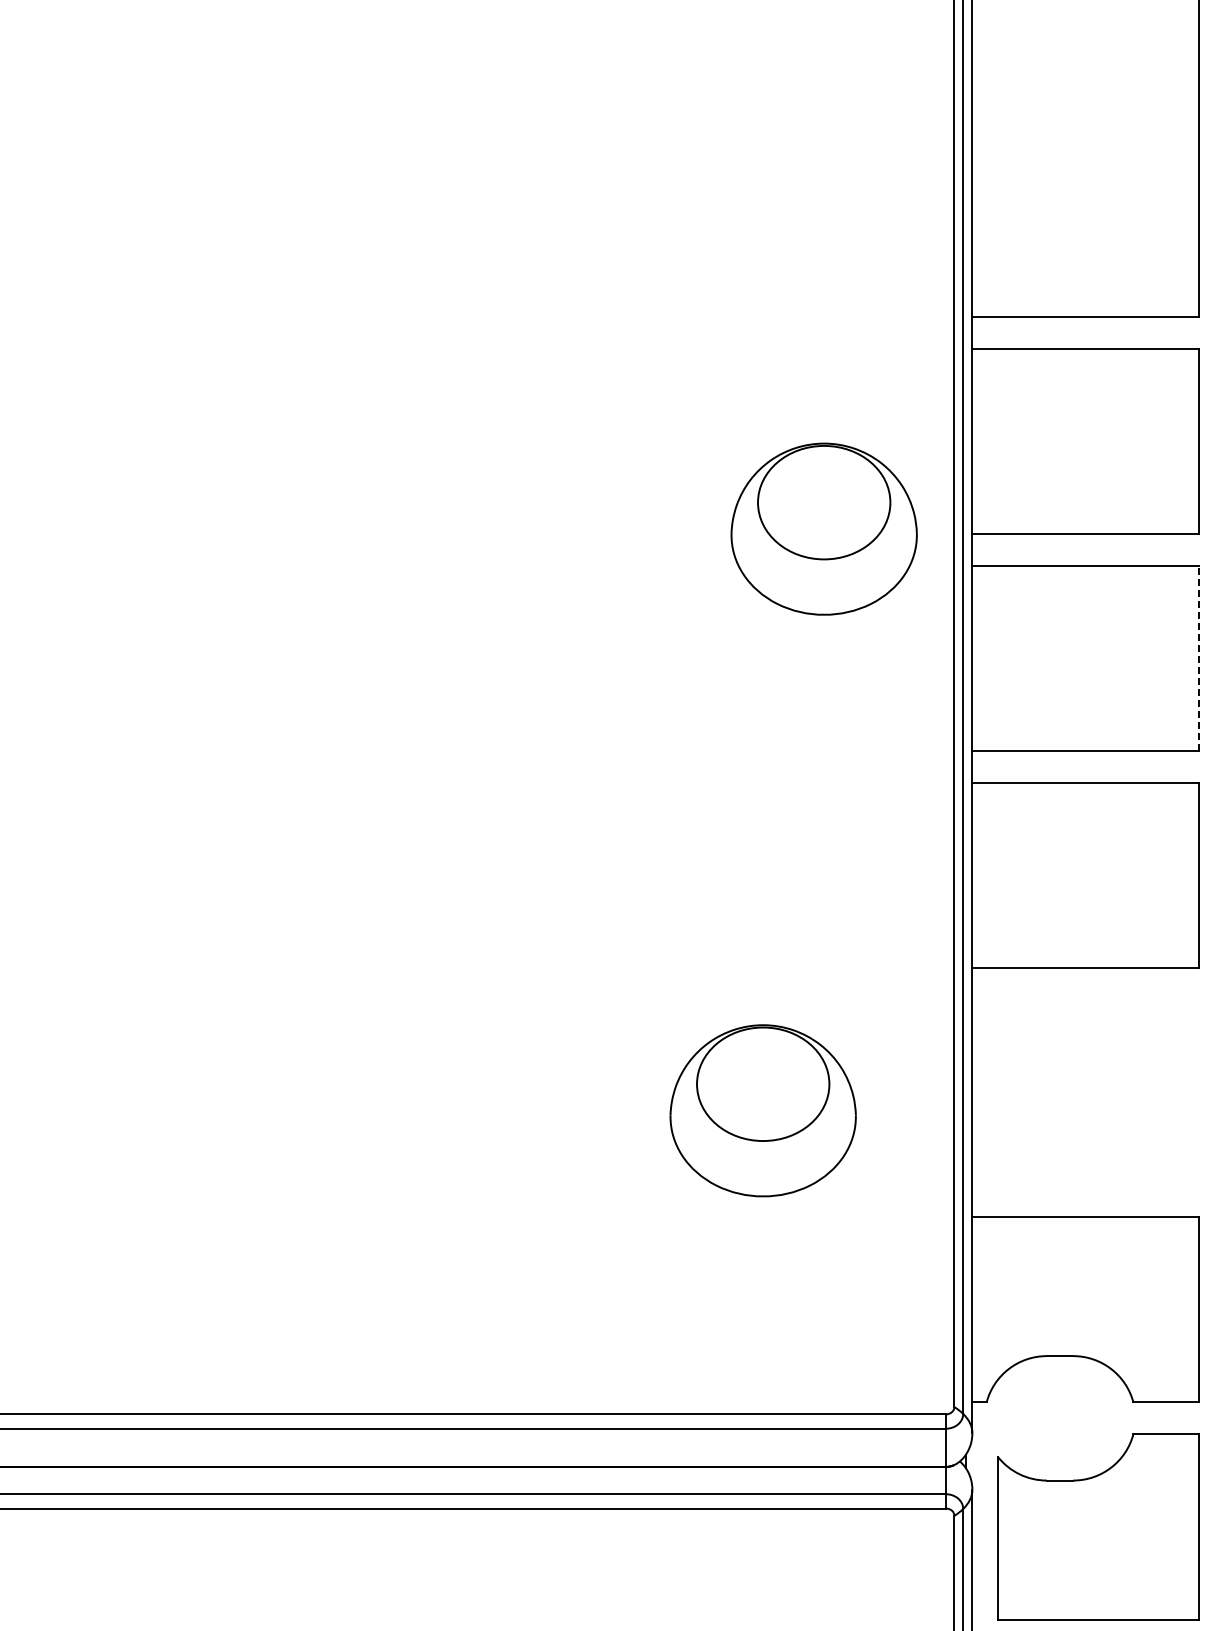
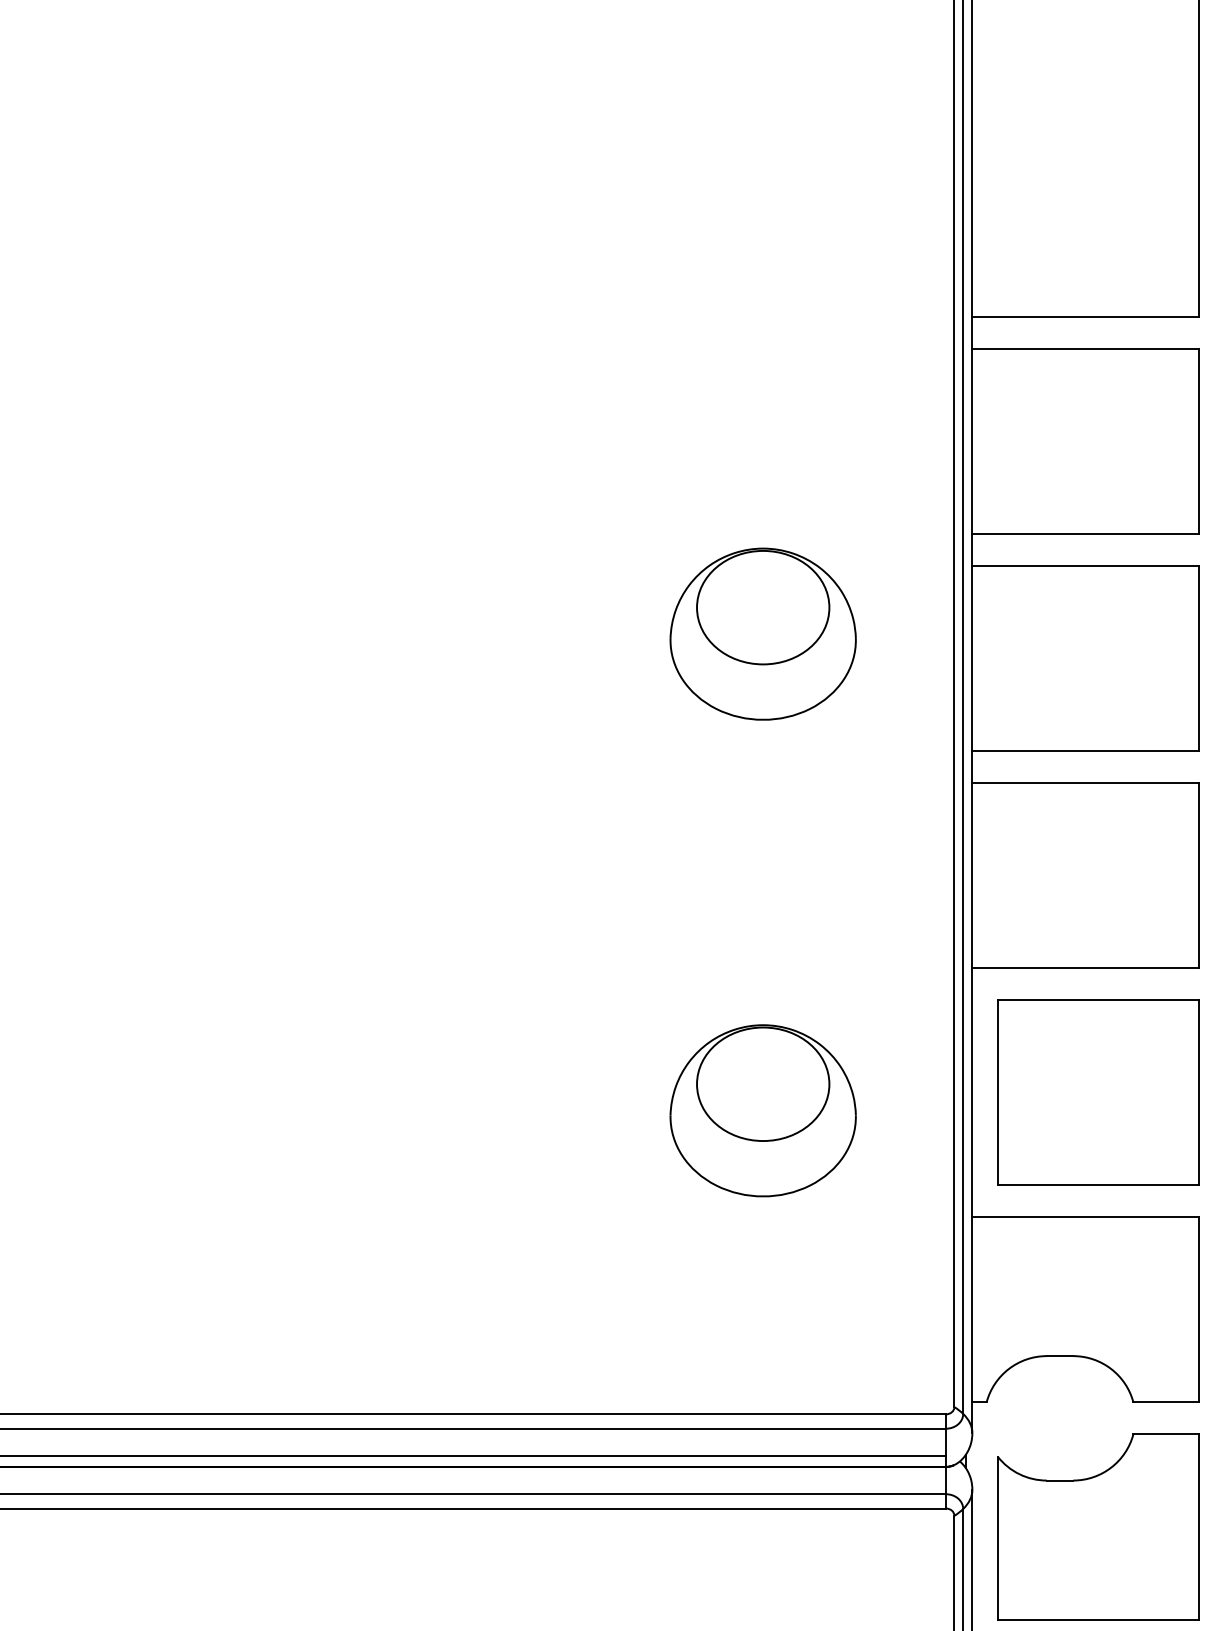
part at (823, 528) position: (823, 528) -> (762, 633)
line at (1199, 658): dashed -> solid
part at (1098, 1092): none -> present
line at (473, 1455): none -> present
